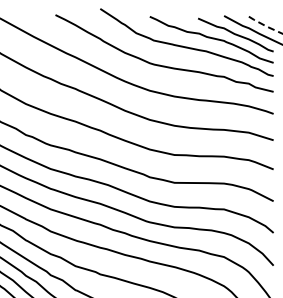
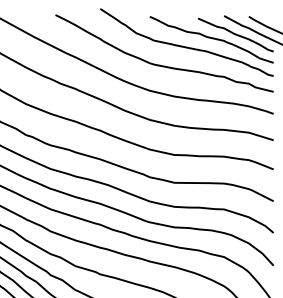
line at (265, 26): dashed -> solid
